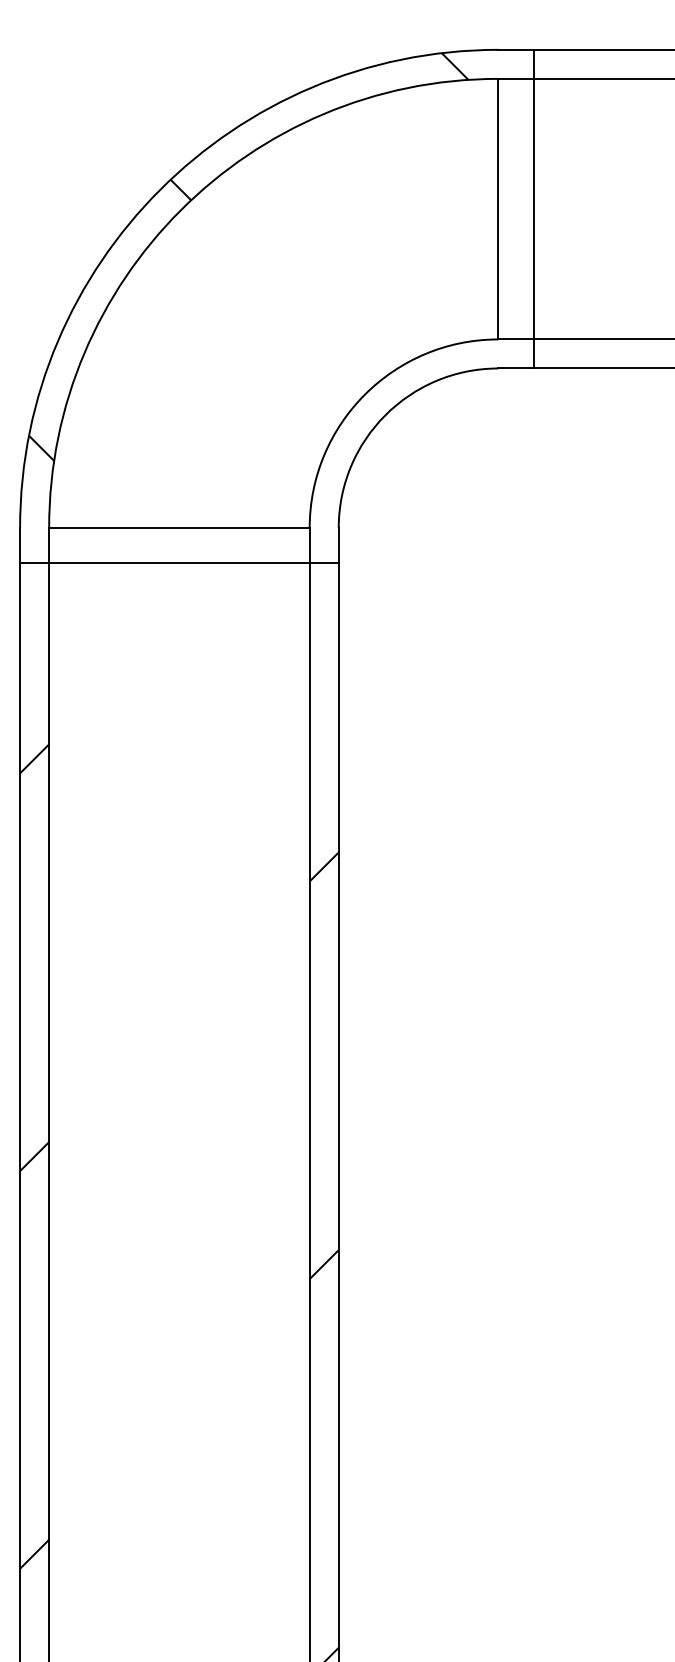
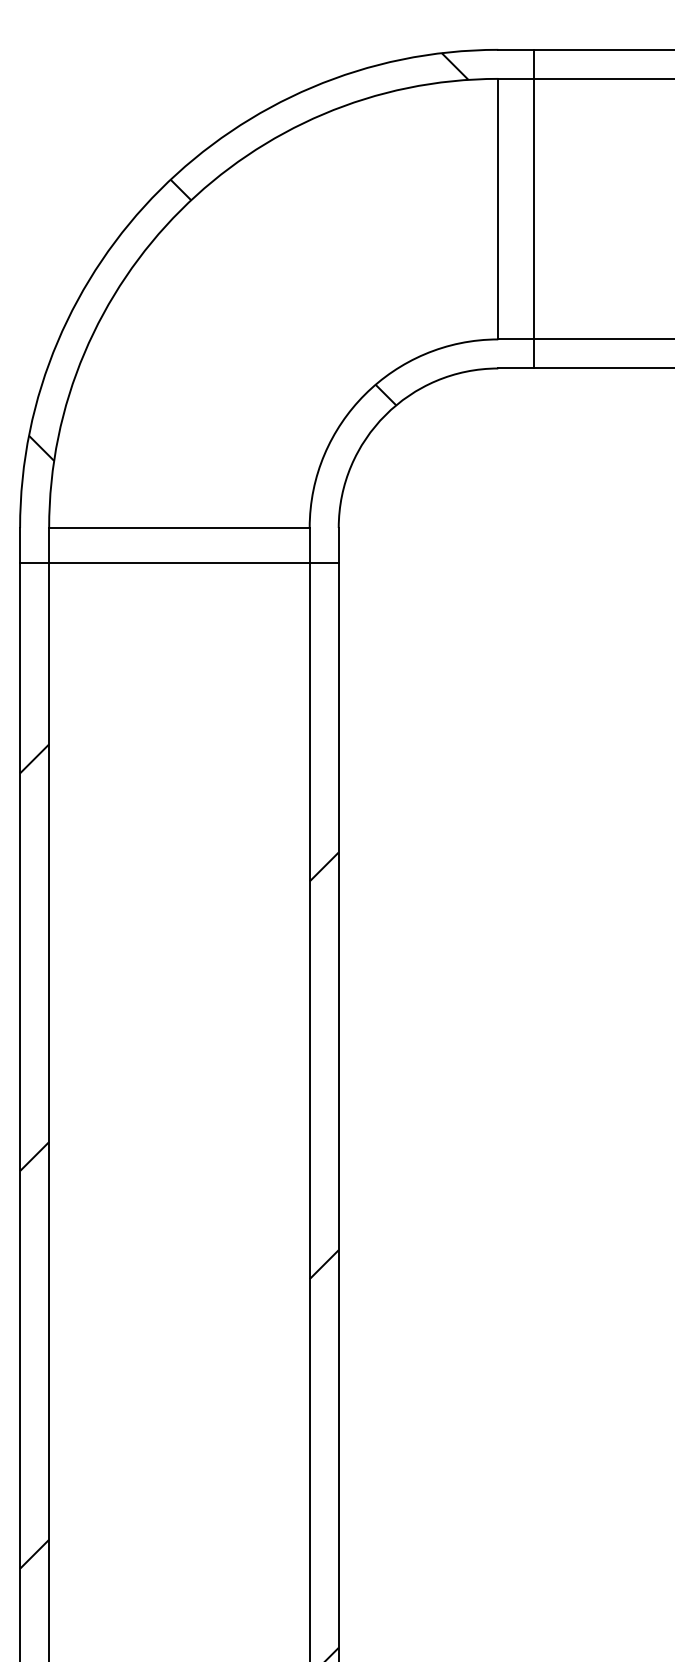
hatch at (385, 394): none -> present
